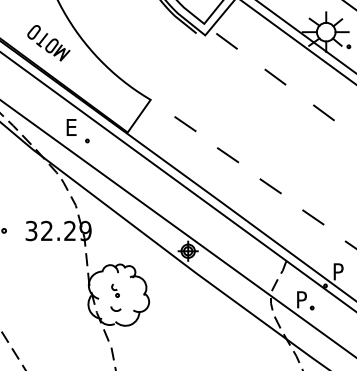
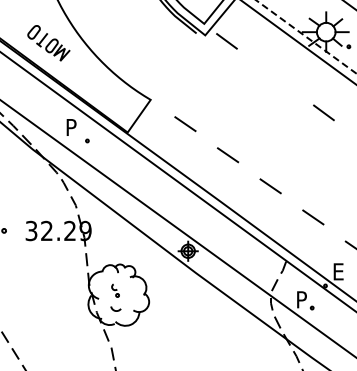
line at (306, 37): solid -> dashed
line at (275, 76): present -> none
text at (72, 127): E -> P
text at (339, 271): P -> E
